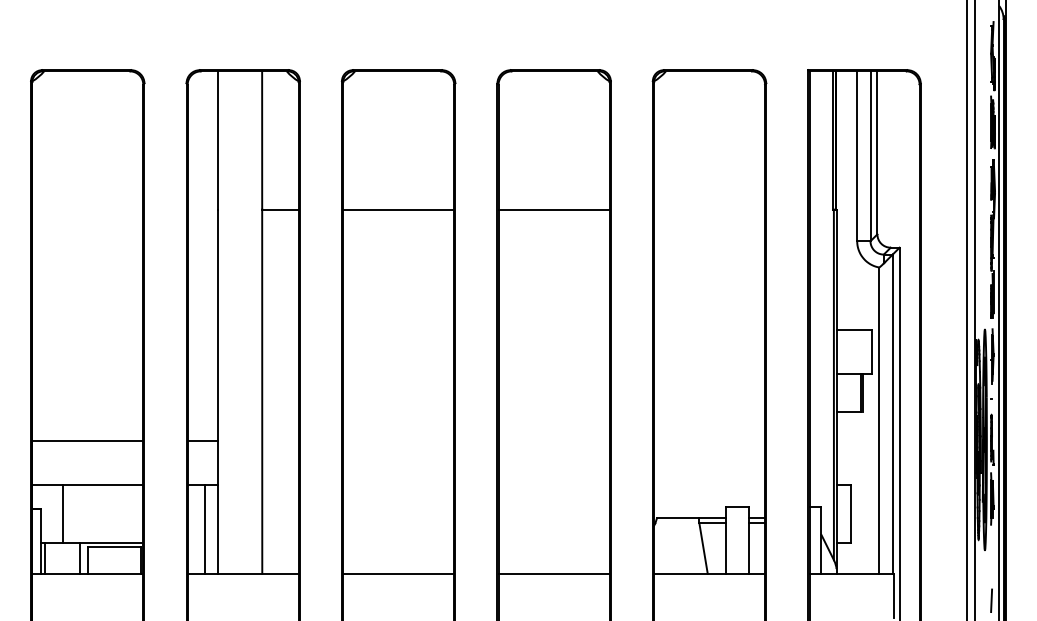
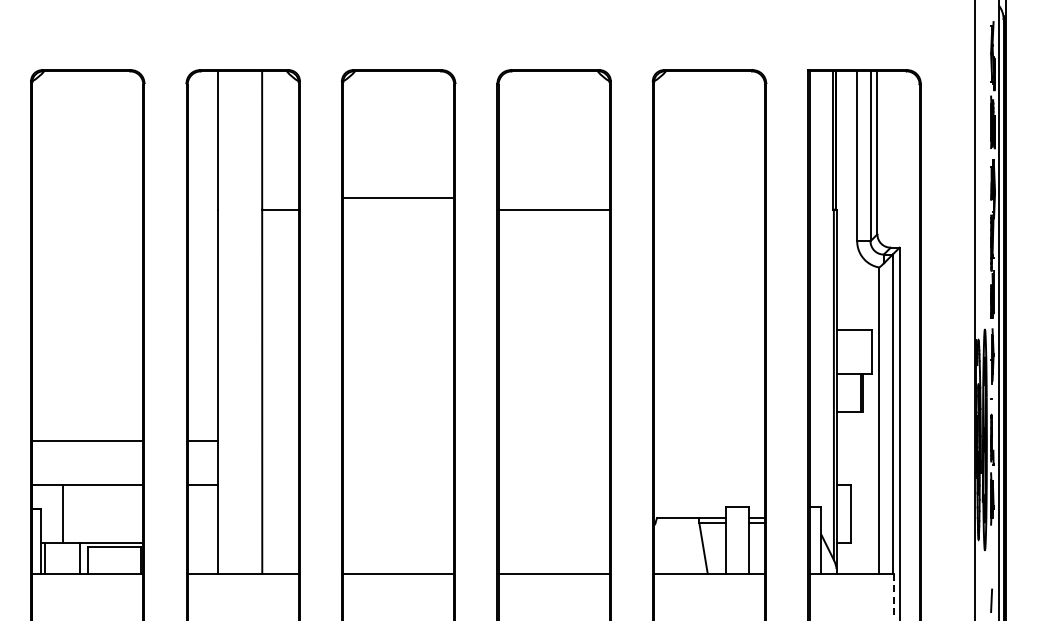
line at (398, 209) position: (398, 209) -> (398, 197)
line at (966, 309): present -> none
line at (204, 528): present -> none
line at (893, 595): solid -> dashed
